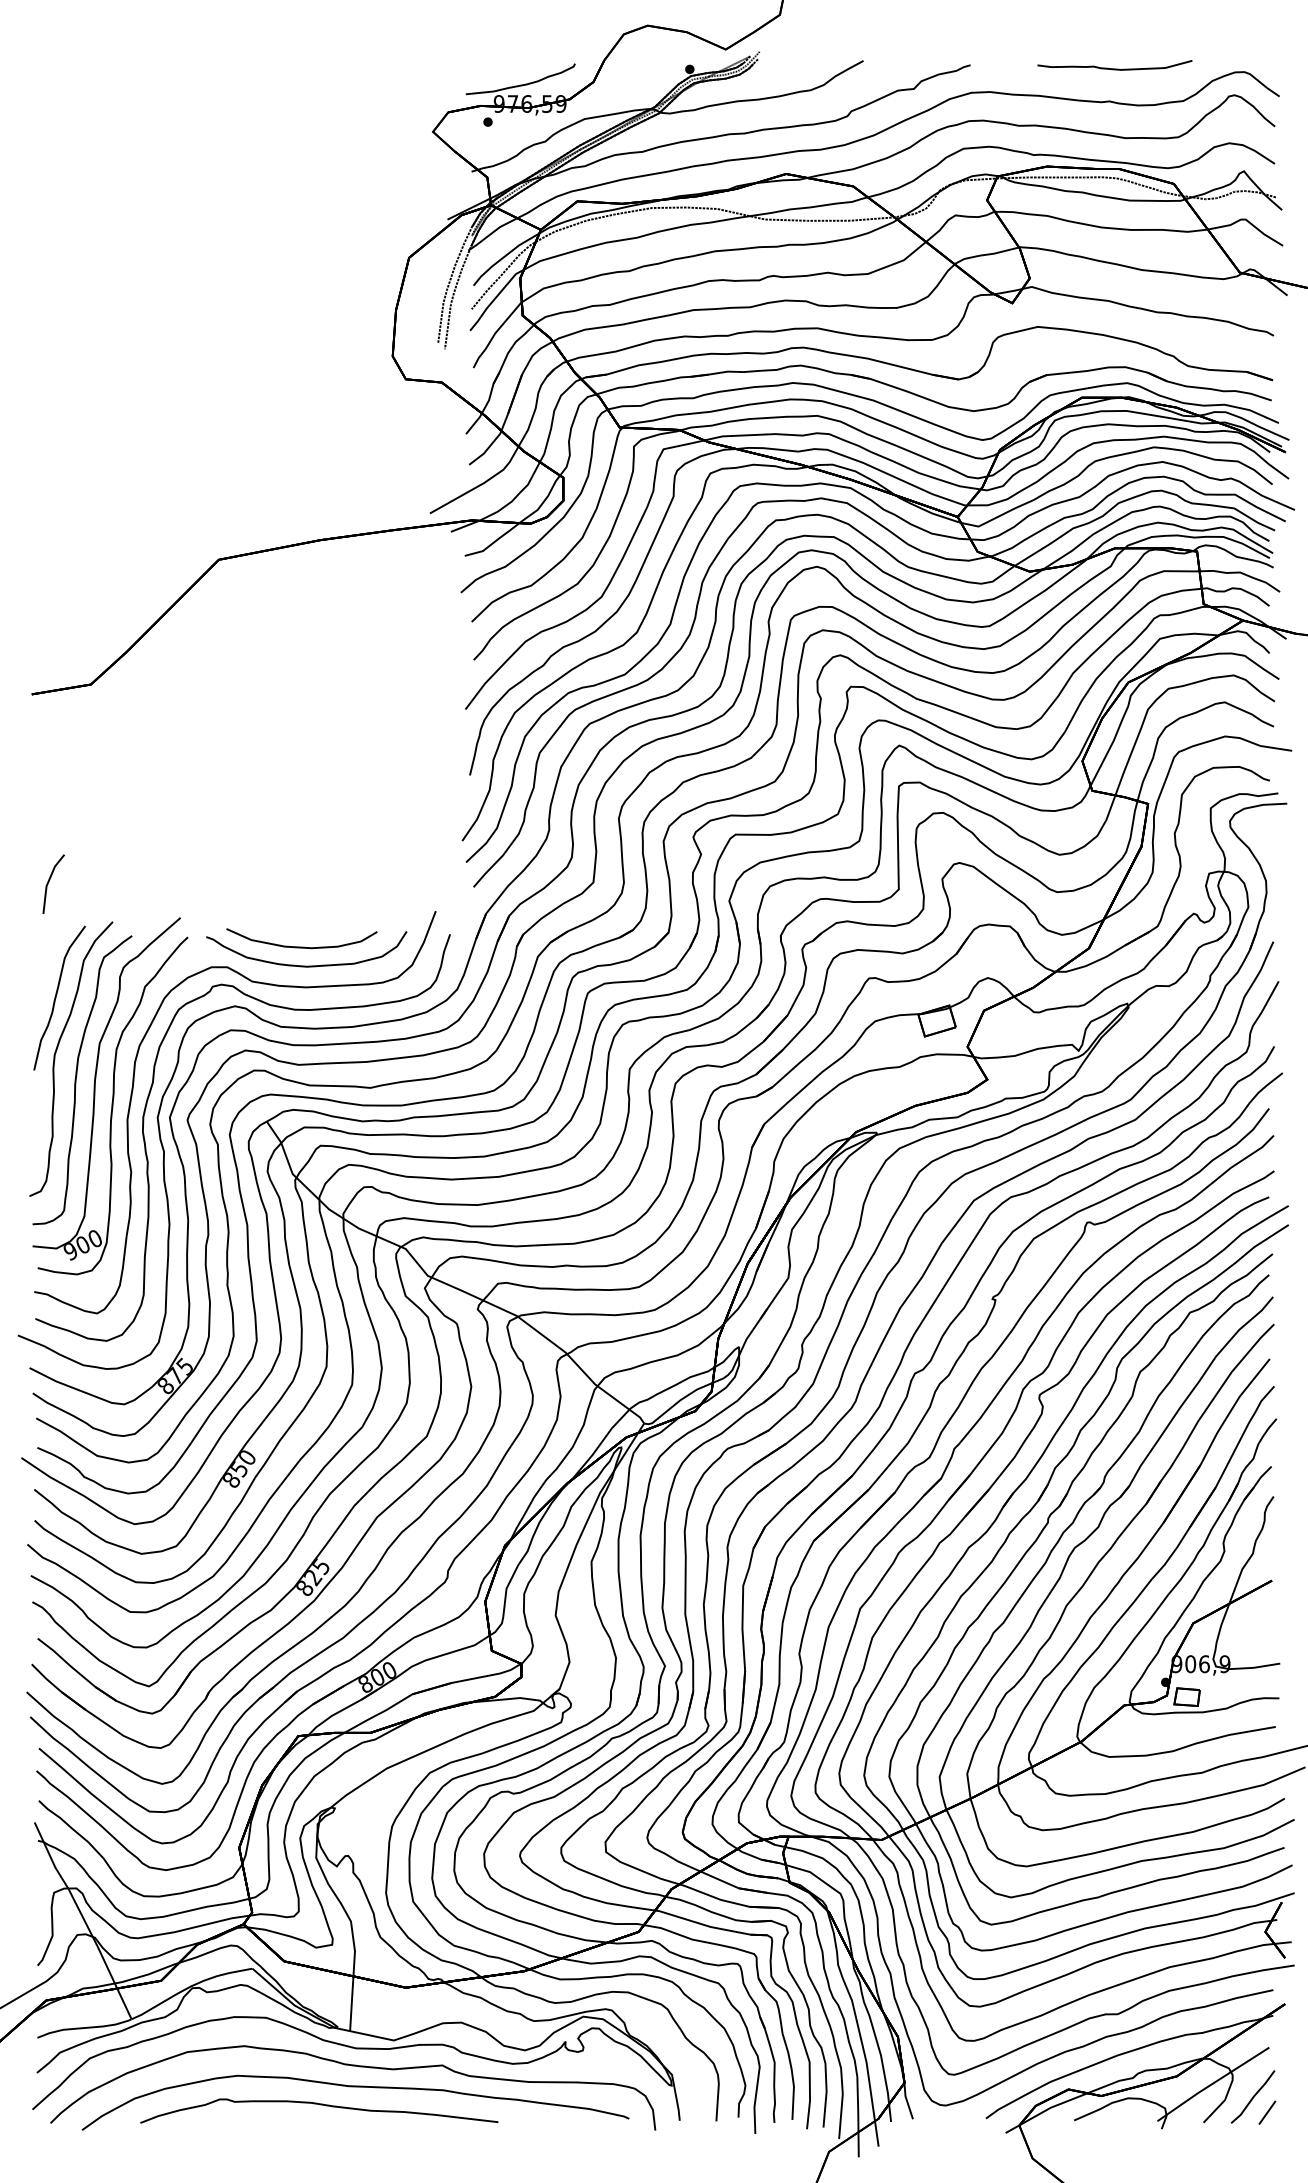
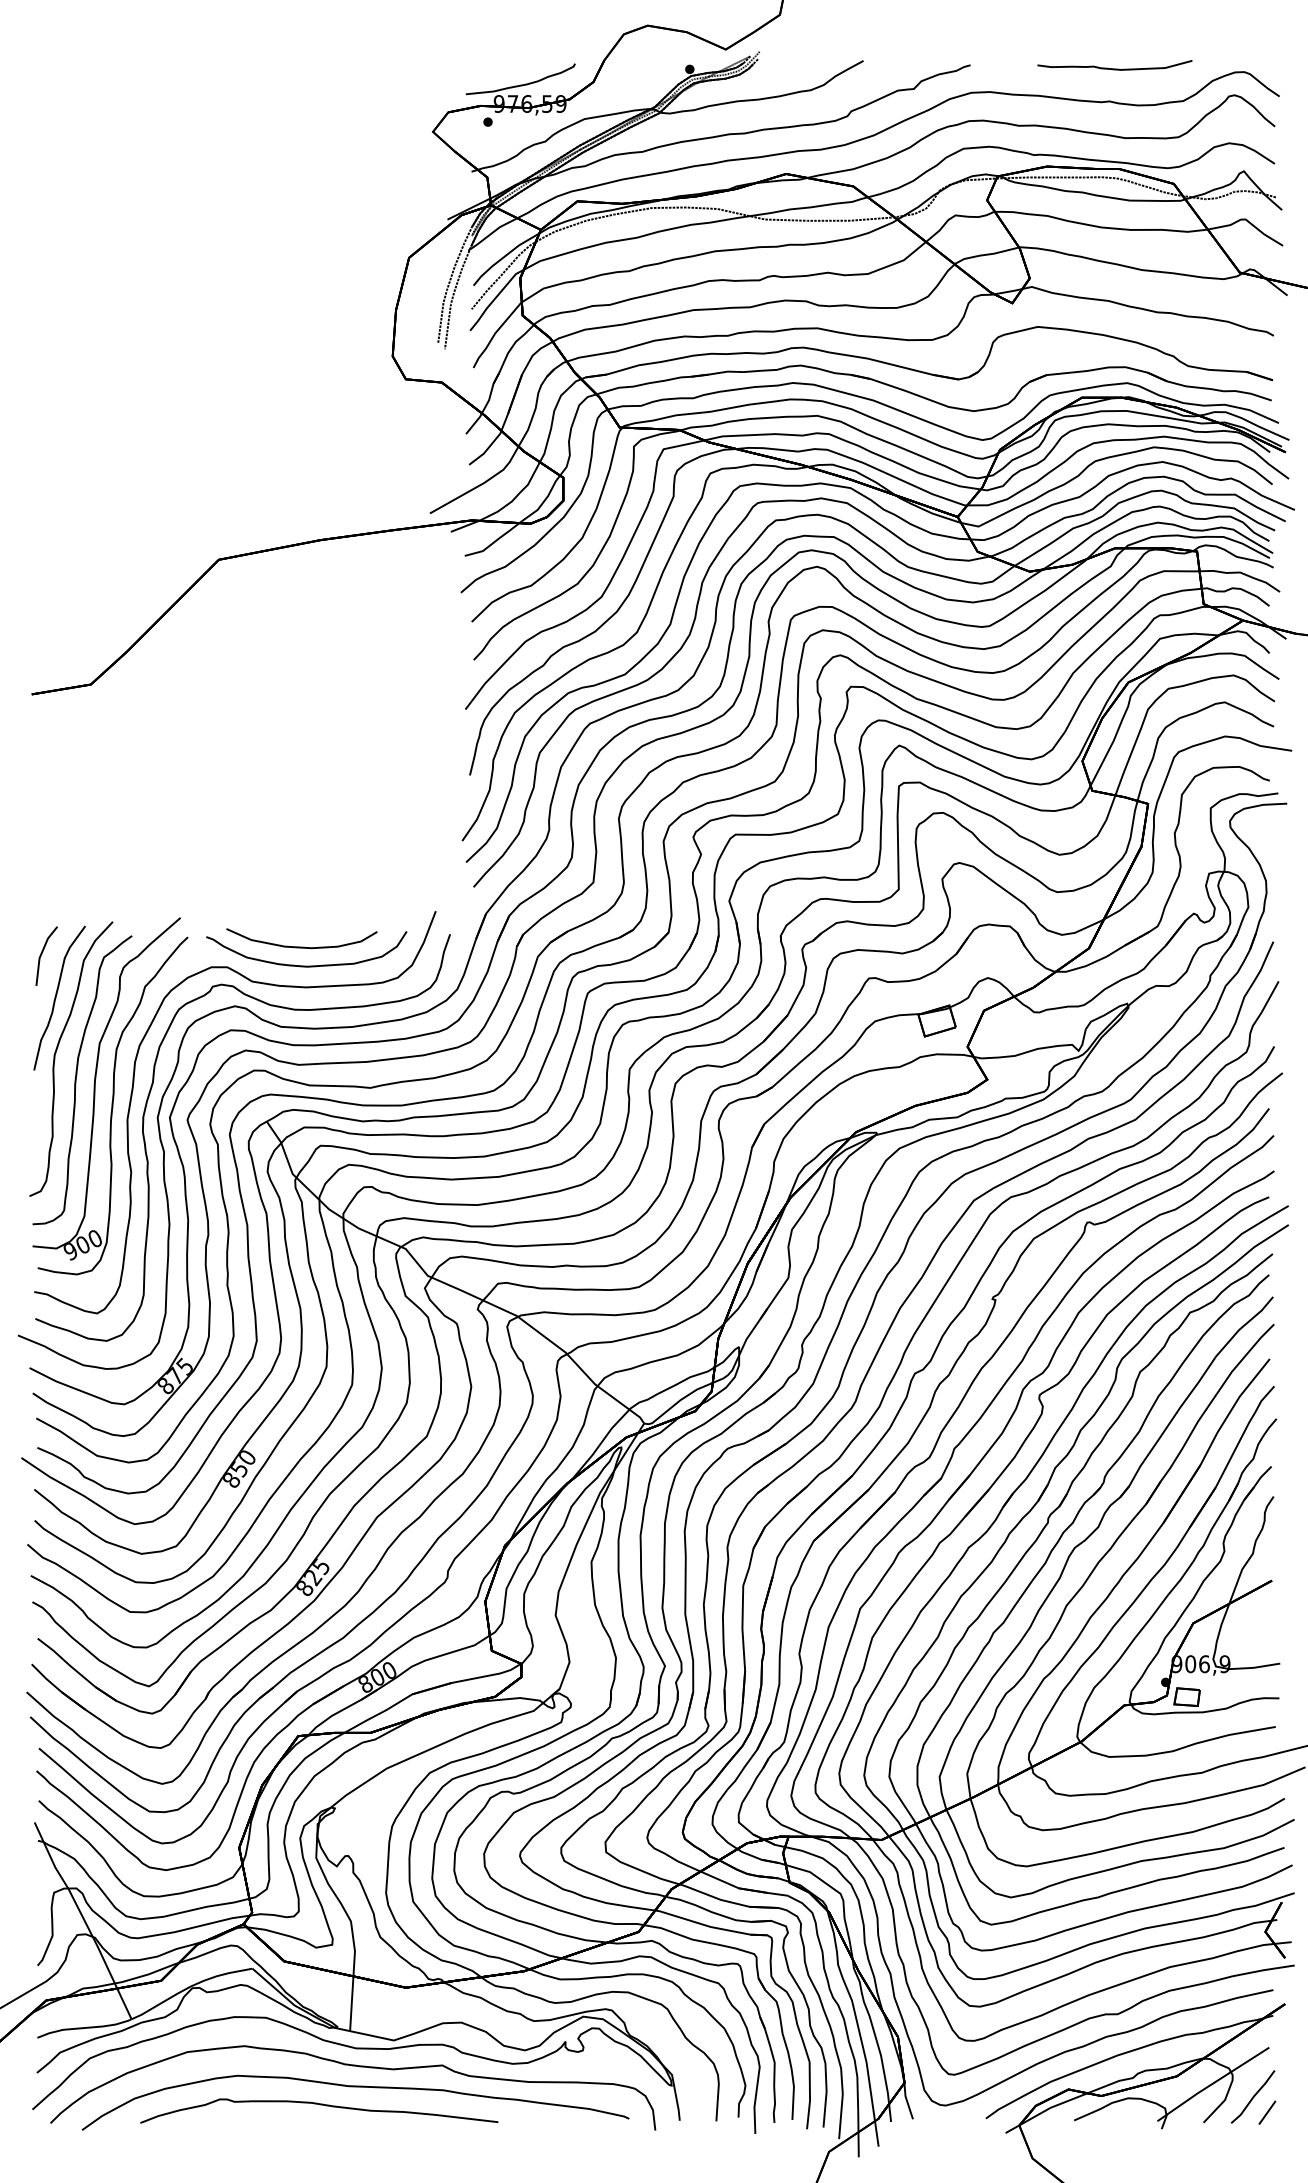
part at (53, 883) position: (53, 883) -> (46, 955)
